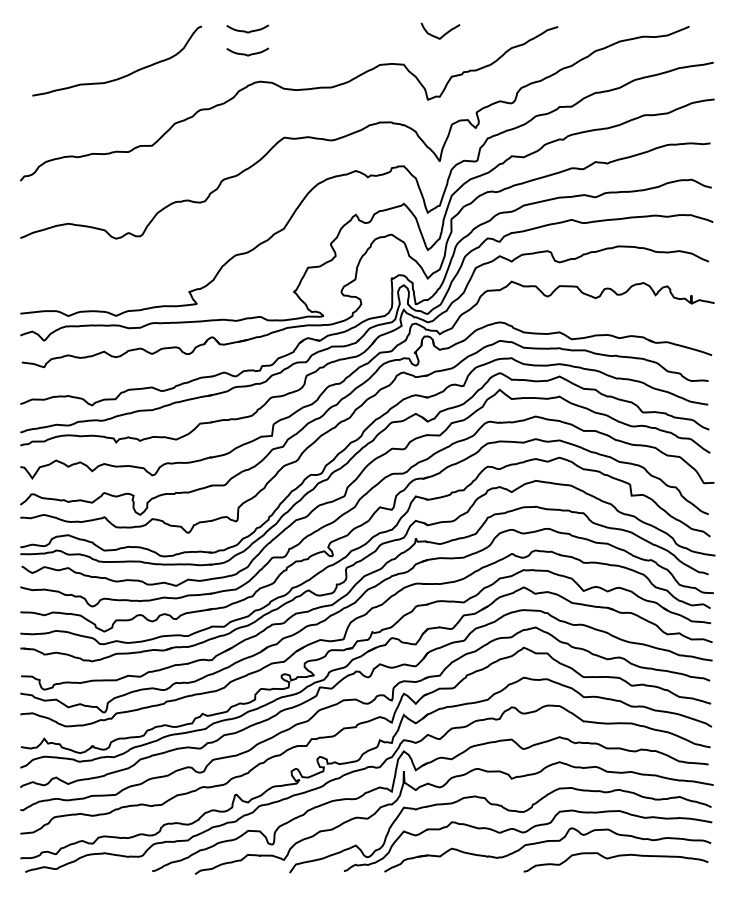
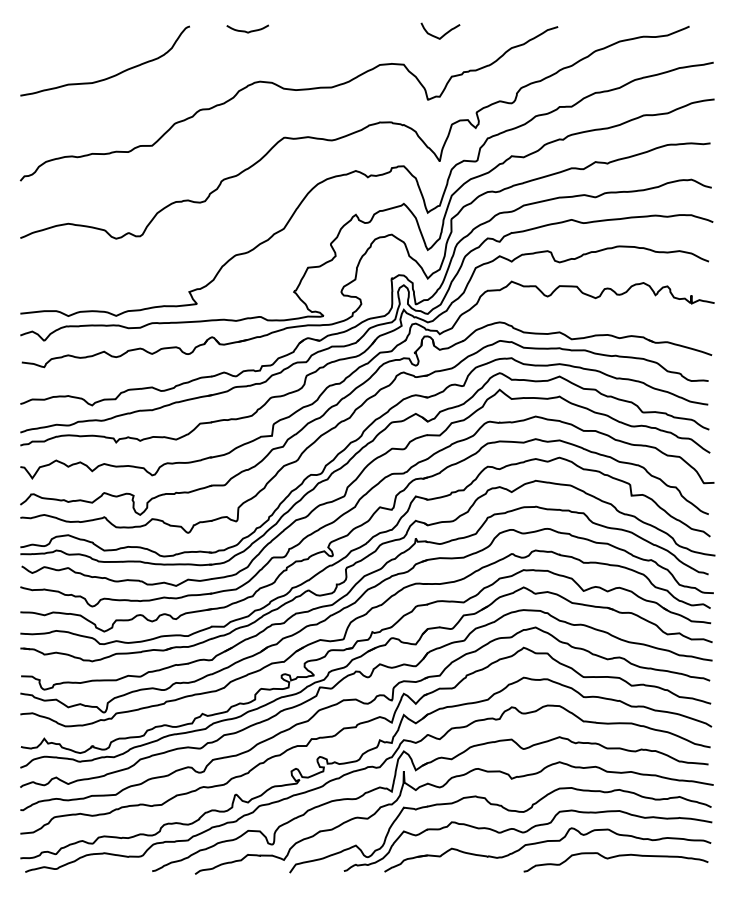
curve at (245, 53): present -> none
curve at (121, 76) position: (121, 76) -> (109, 76)
